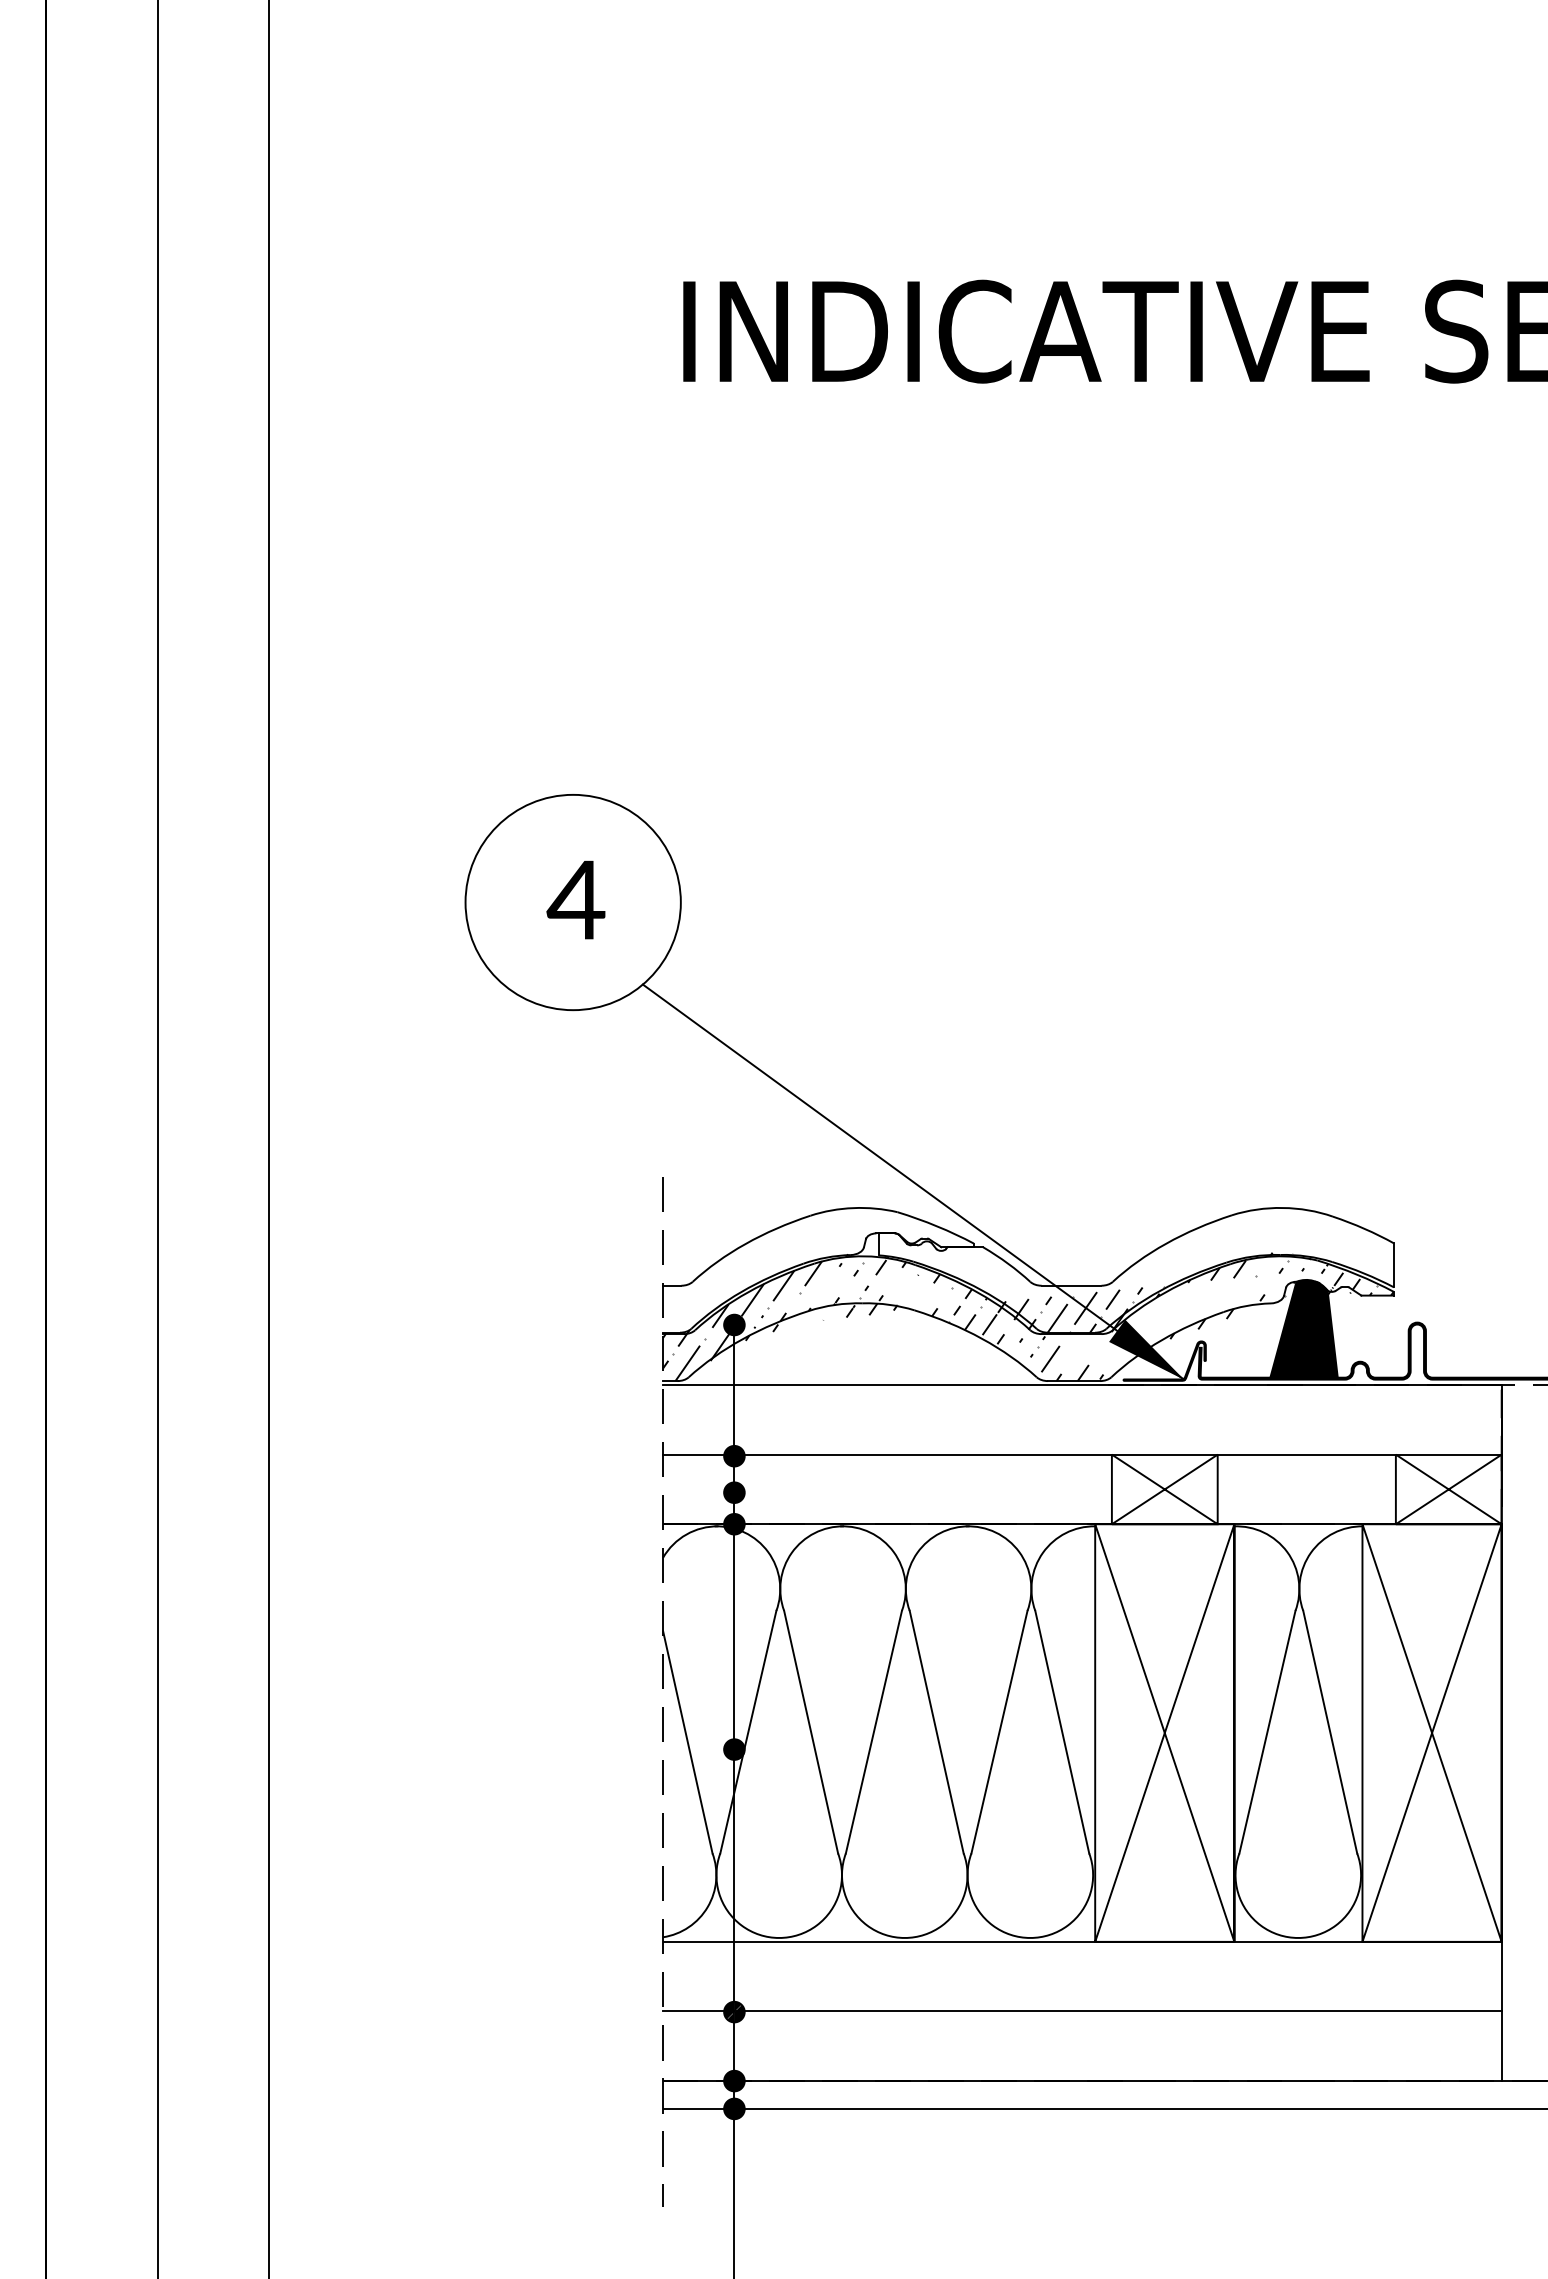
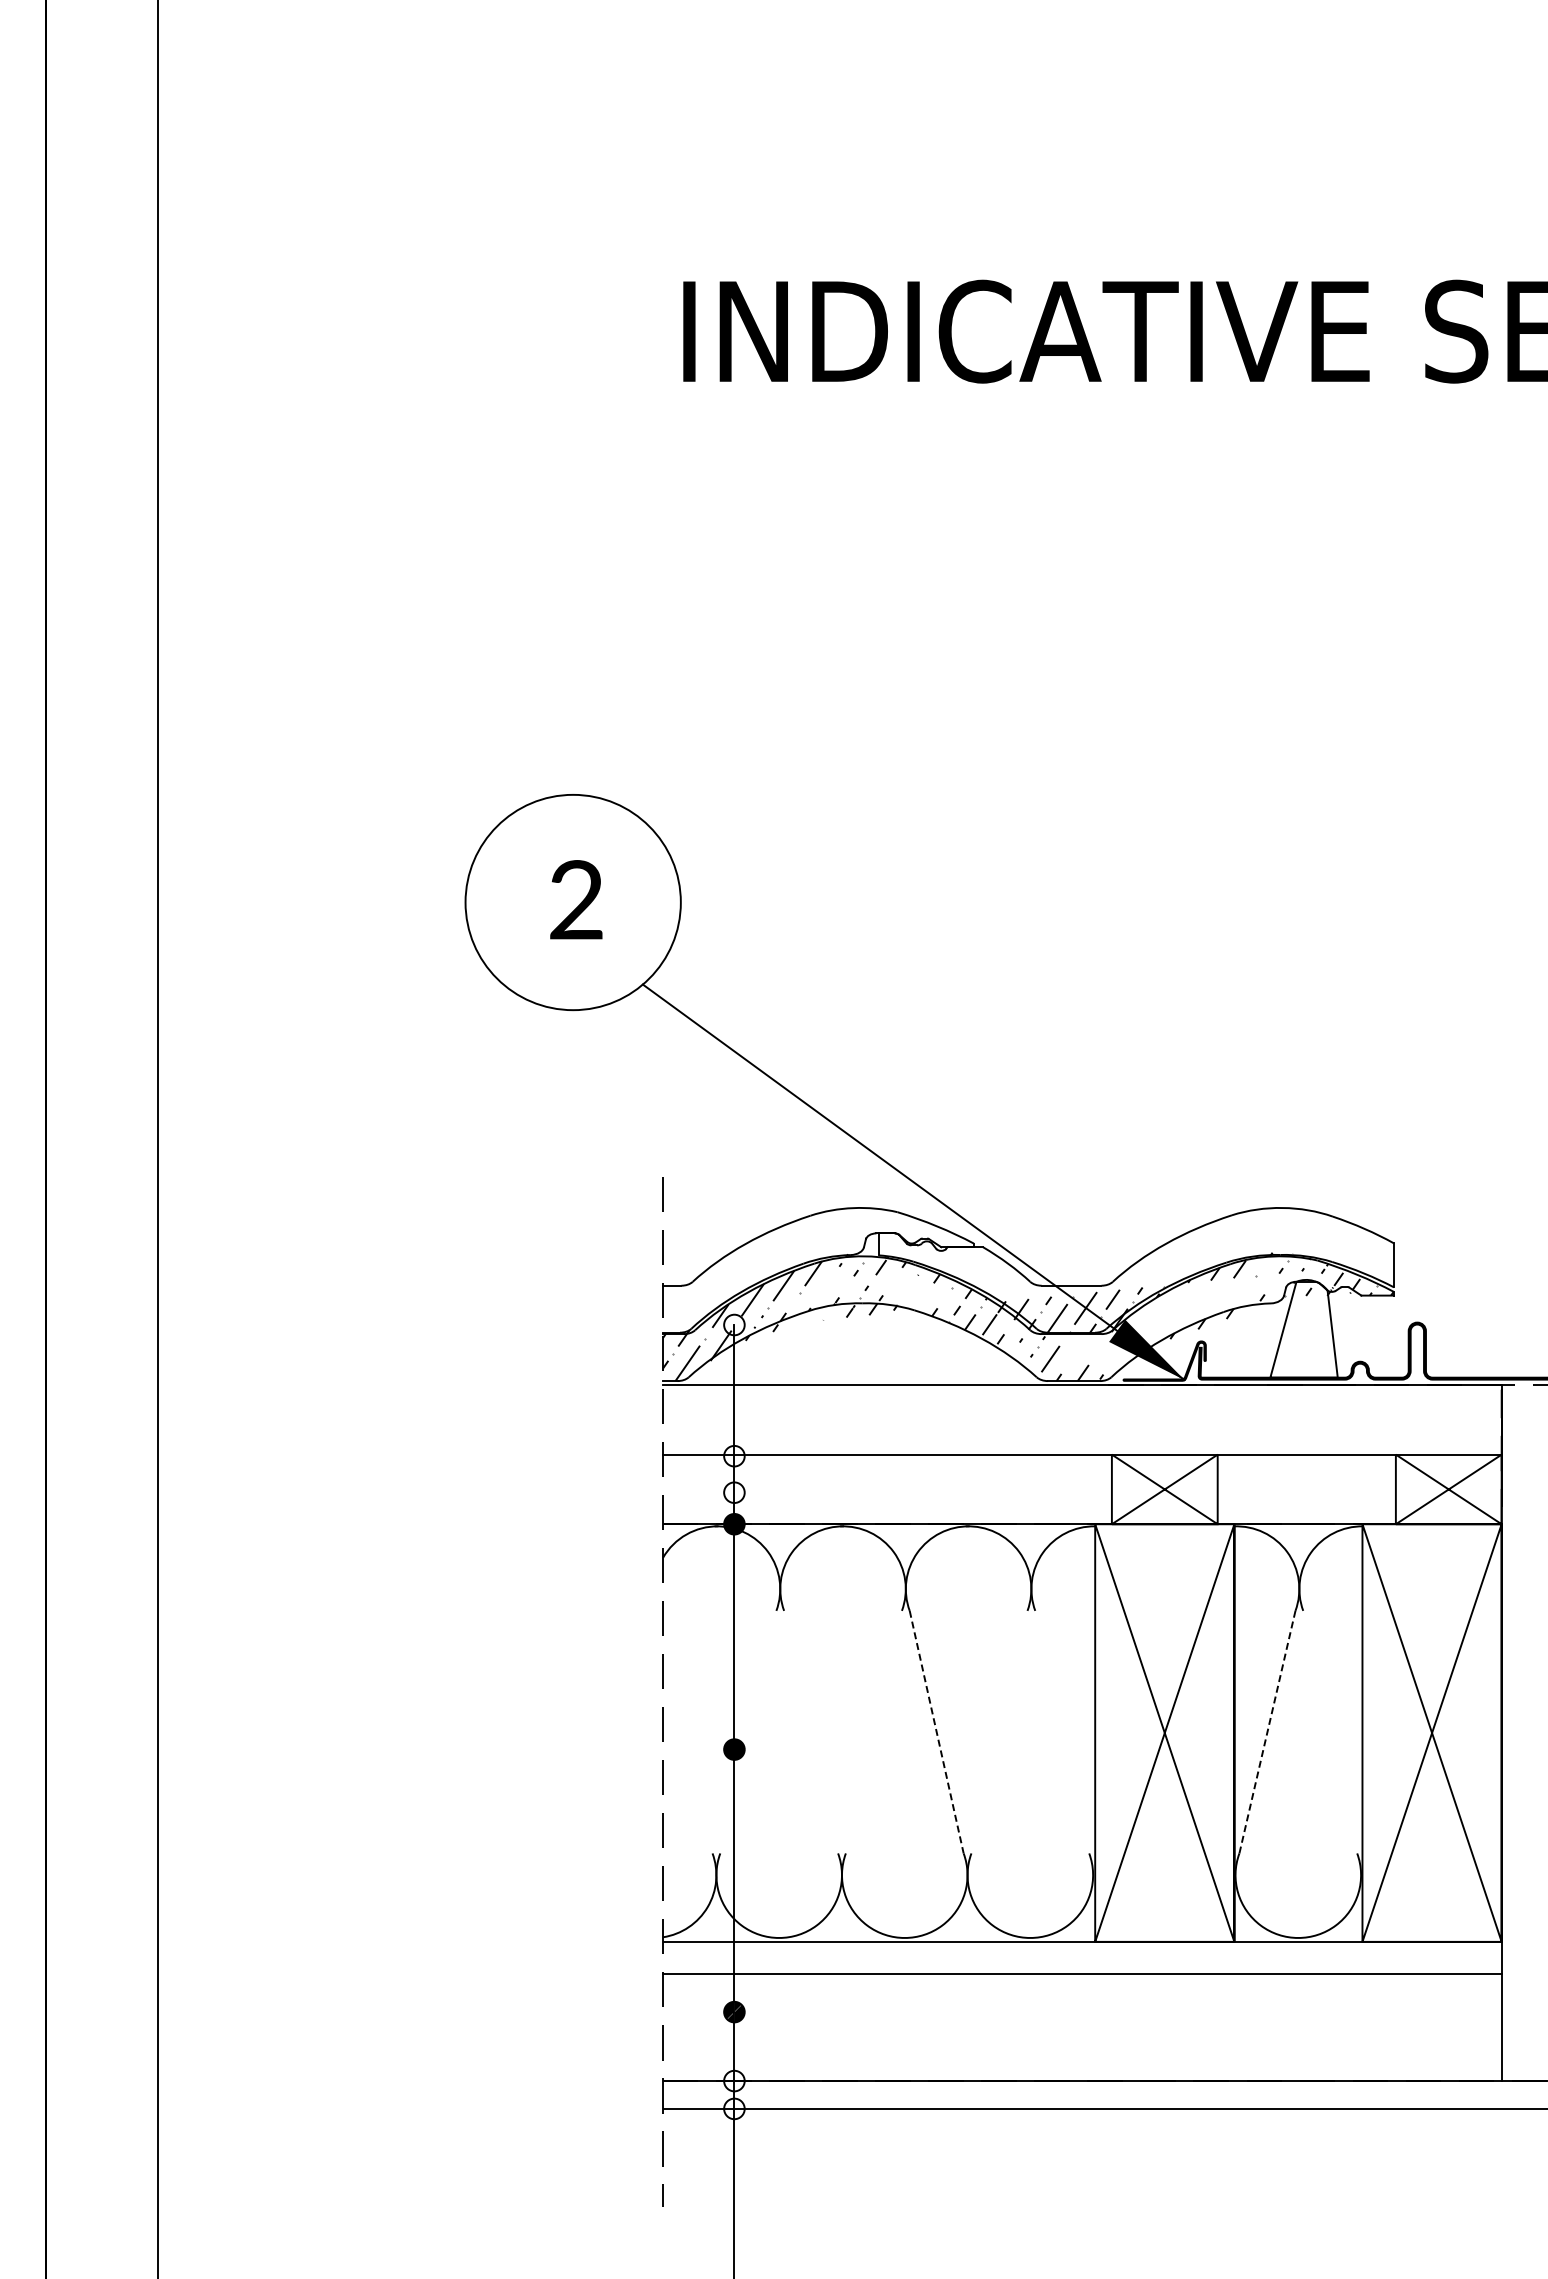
text at (575, 899): 4 -> 2
line at (269, 1138): present -> none
fill at (734, 1324): present -> none
fill at (1303, 1328): present -> none
fill at (734, 1455): present -> none
fill at (734, 1492): present -> none
line at (748, 1731): present -> none
line at (811, 1731): present -> none
line at (873, 1731): present -> none
line at (999, 1731): present -> none
line at (1062, 1731): present -> none
line at (1267, 1731): solid -> dashed
line at (1330, 1731): present -> none
line at (936, 1732): solid -> dashed
line at (687, 1742): present -> none
line at (1082, 2011) position: (1082, 2011) -> (1082, 1974)
fill at (734, 2080): present -> none
fill at (734, 2108): present -> none
